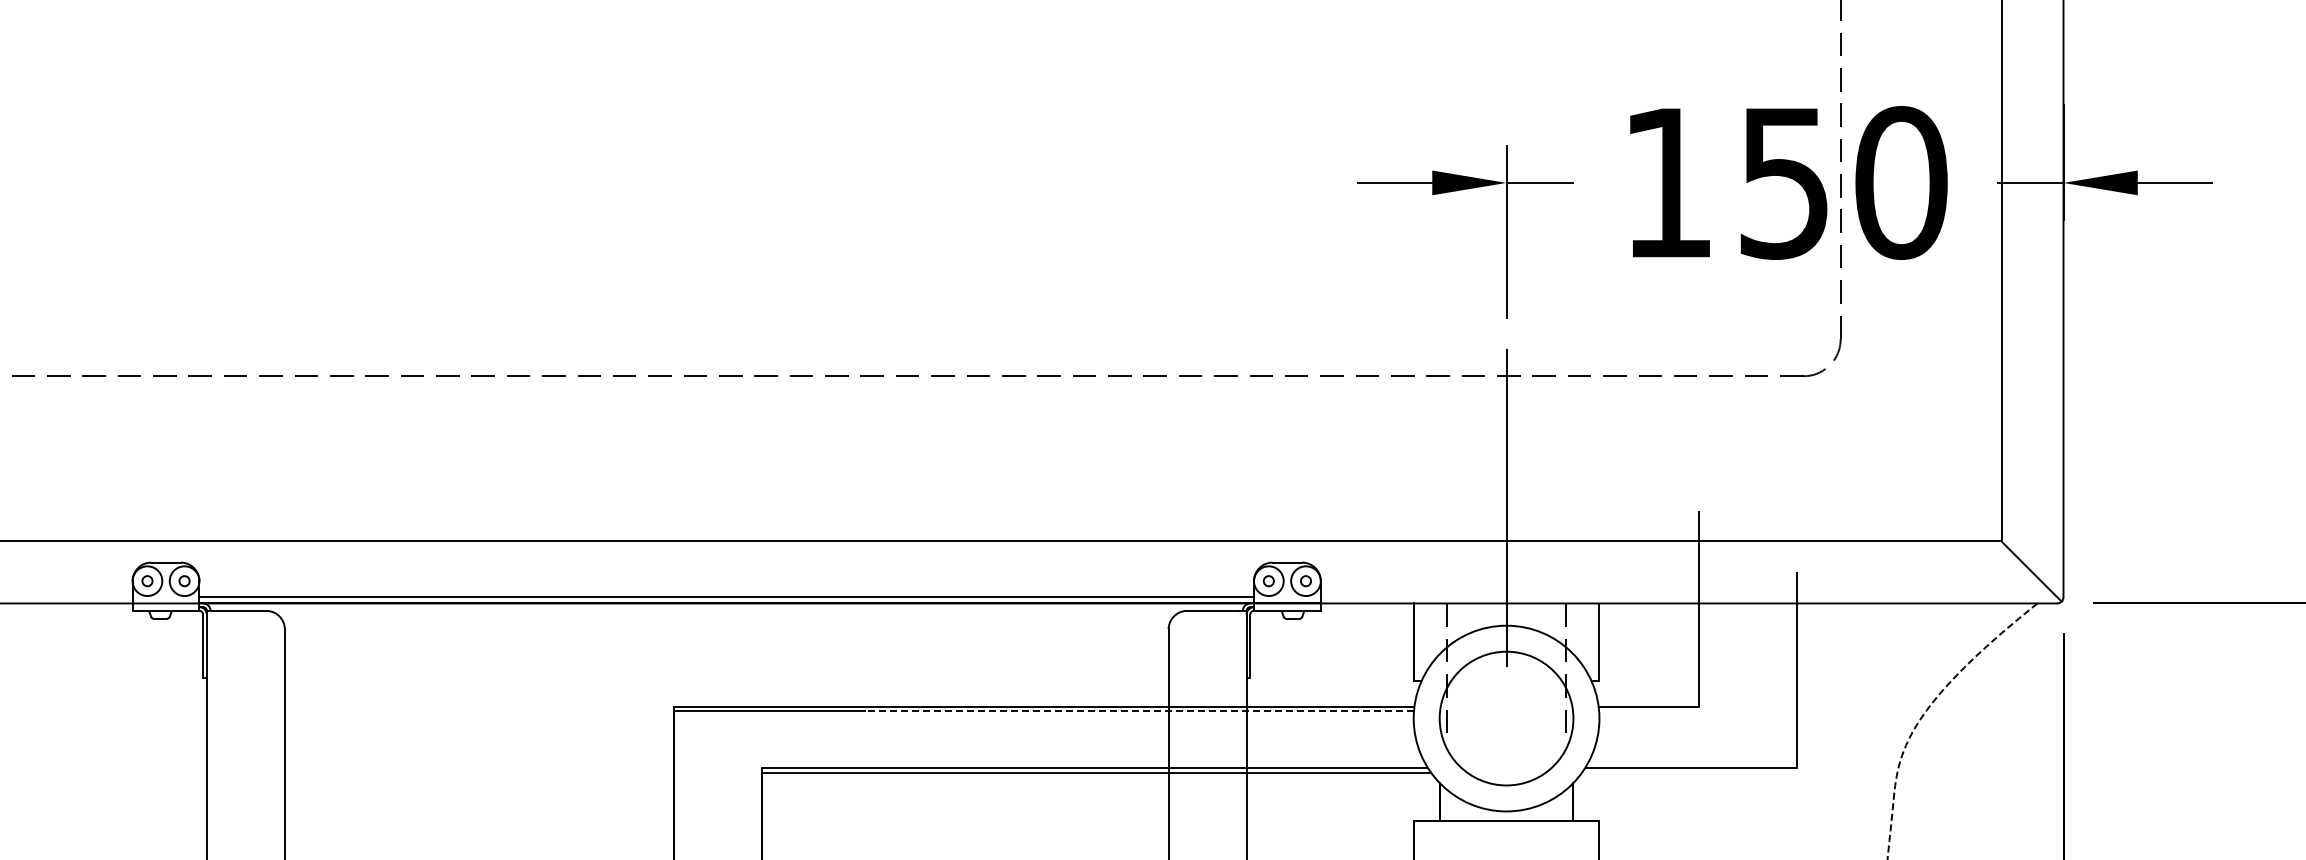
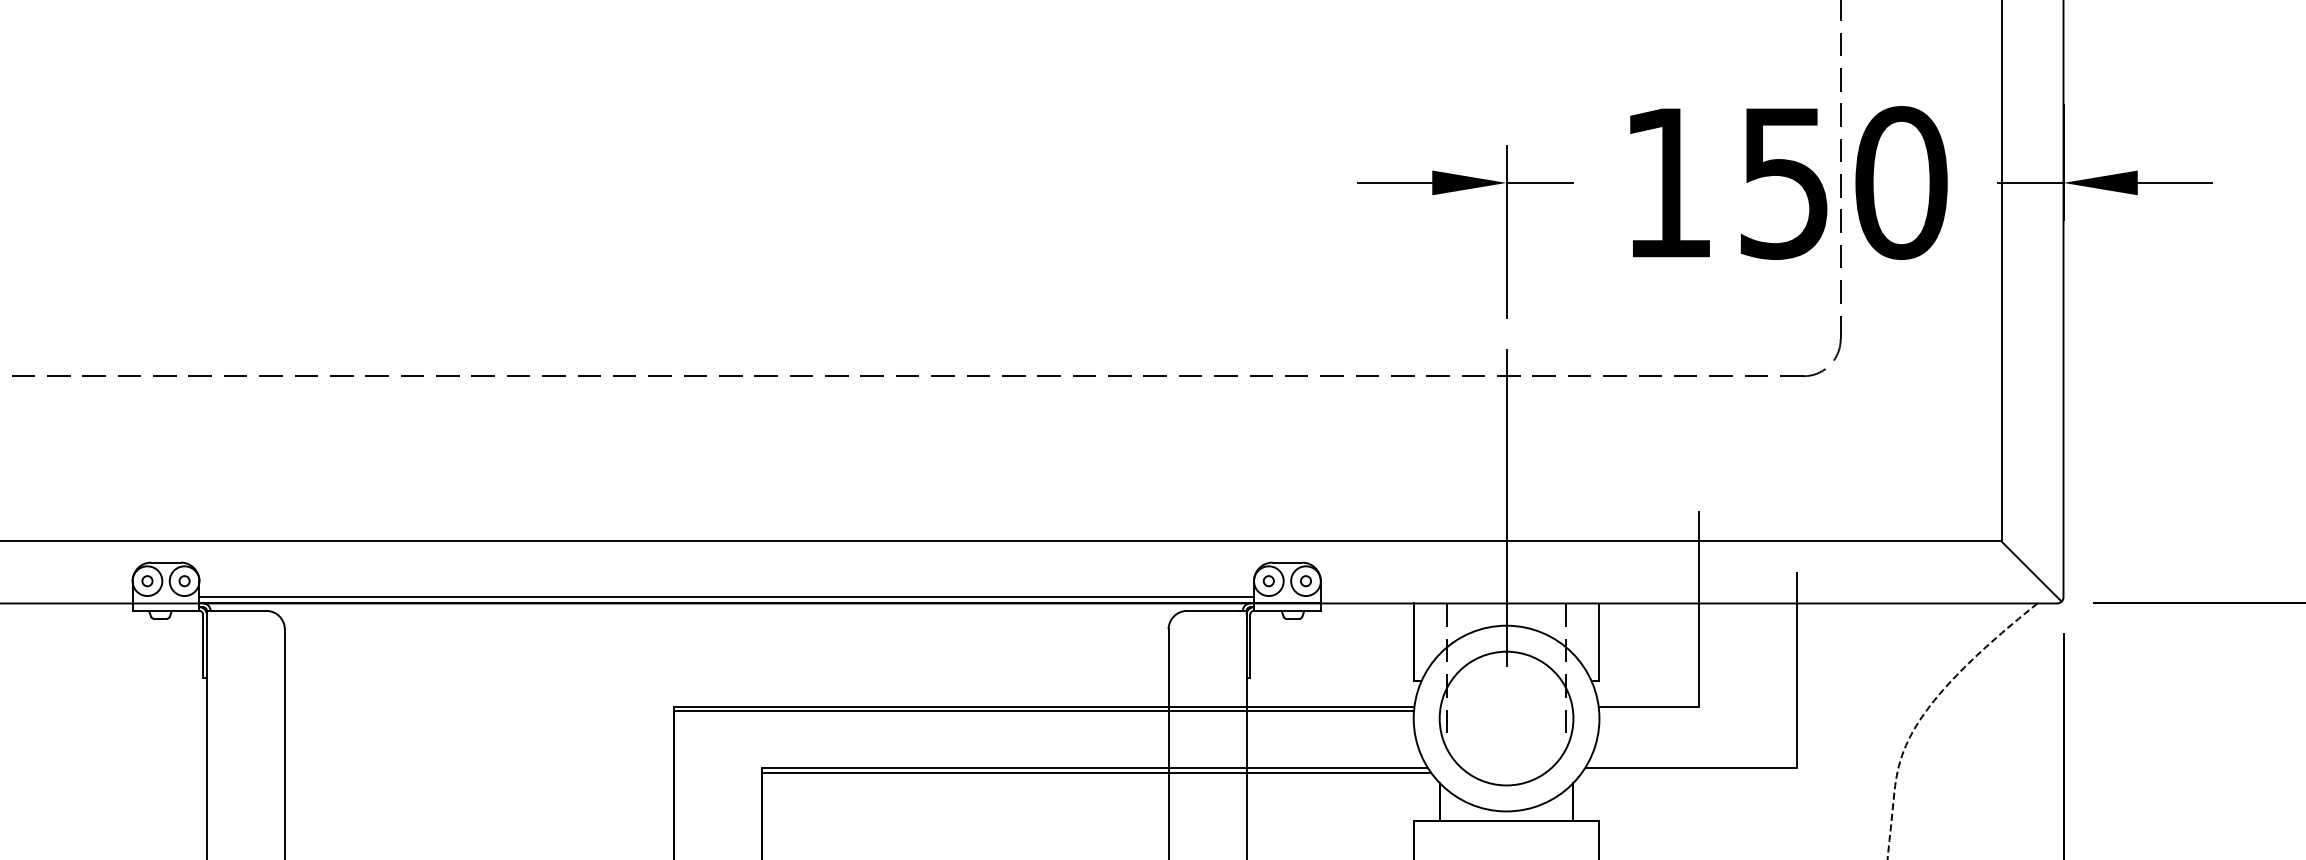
line at (1140, 711): dashed -> solid
